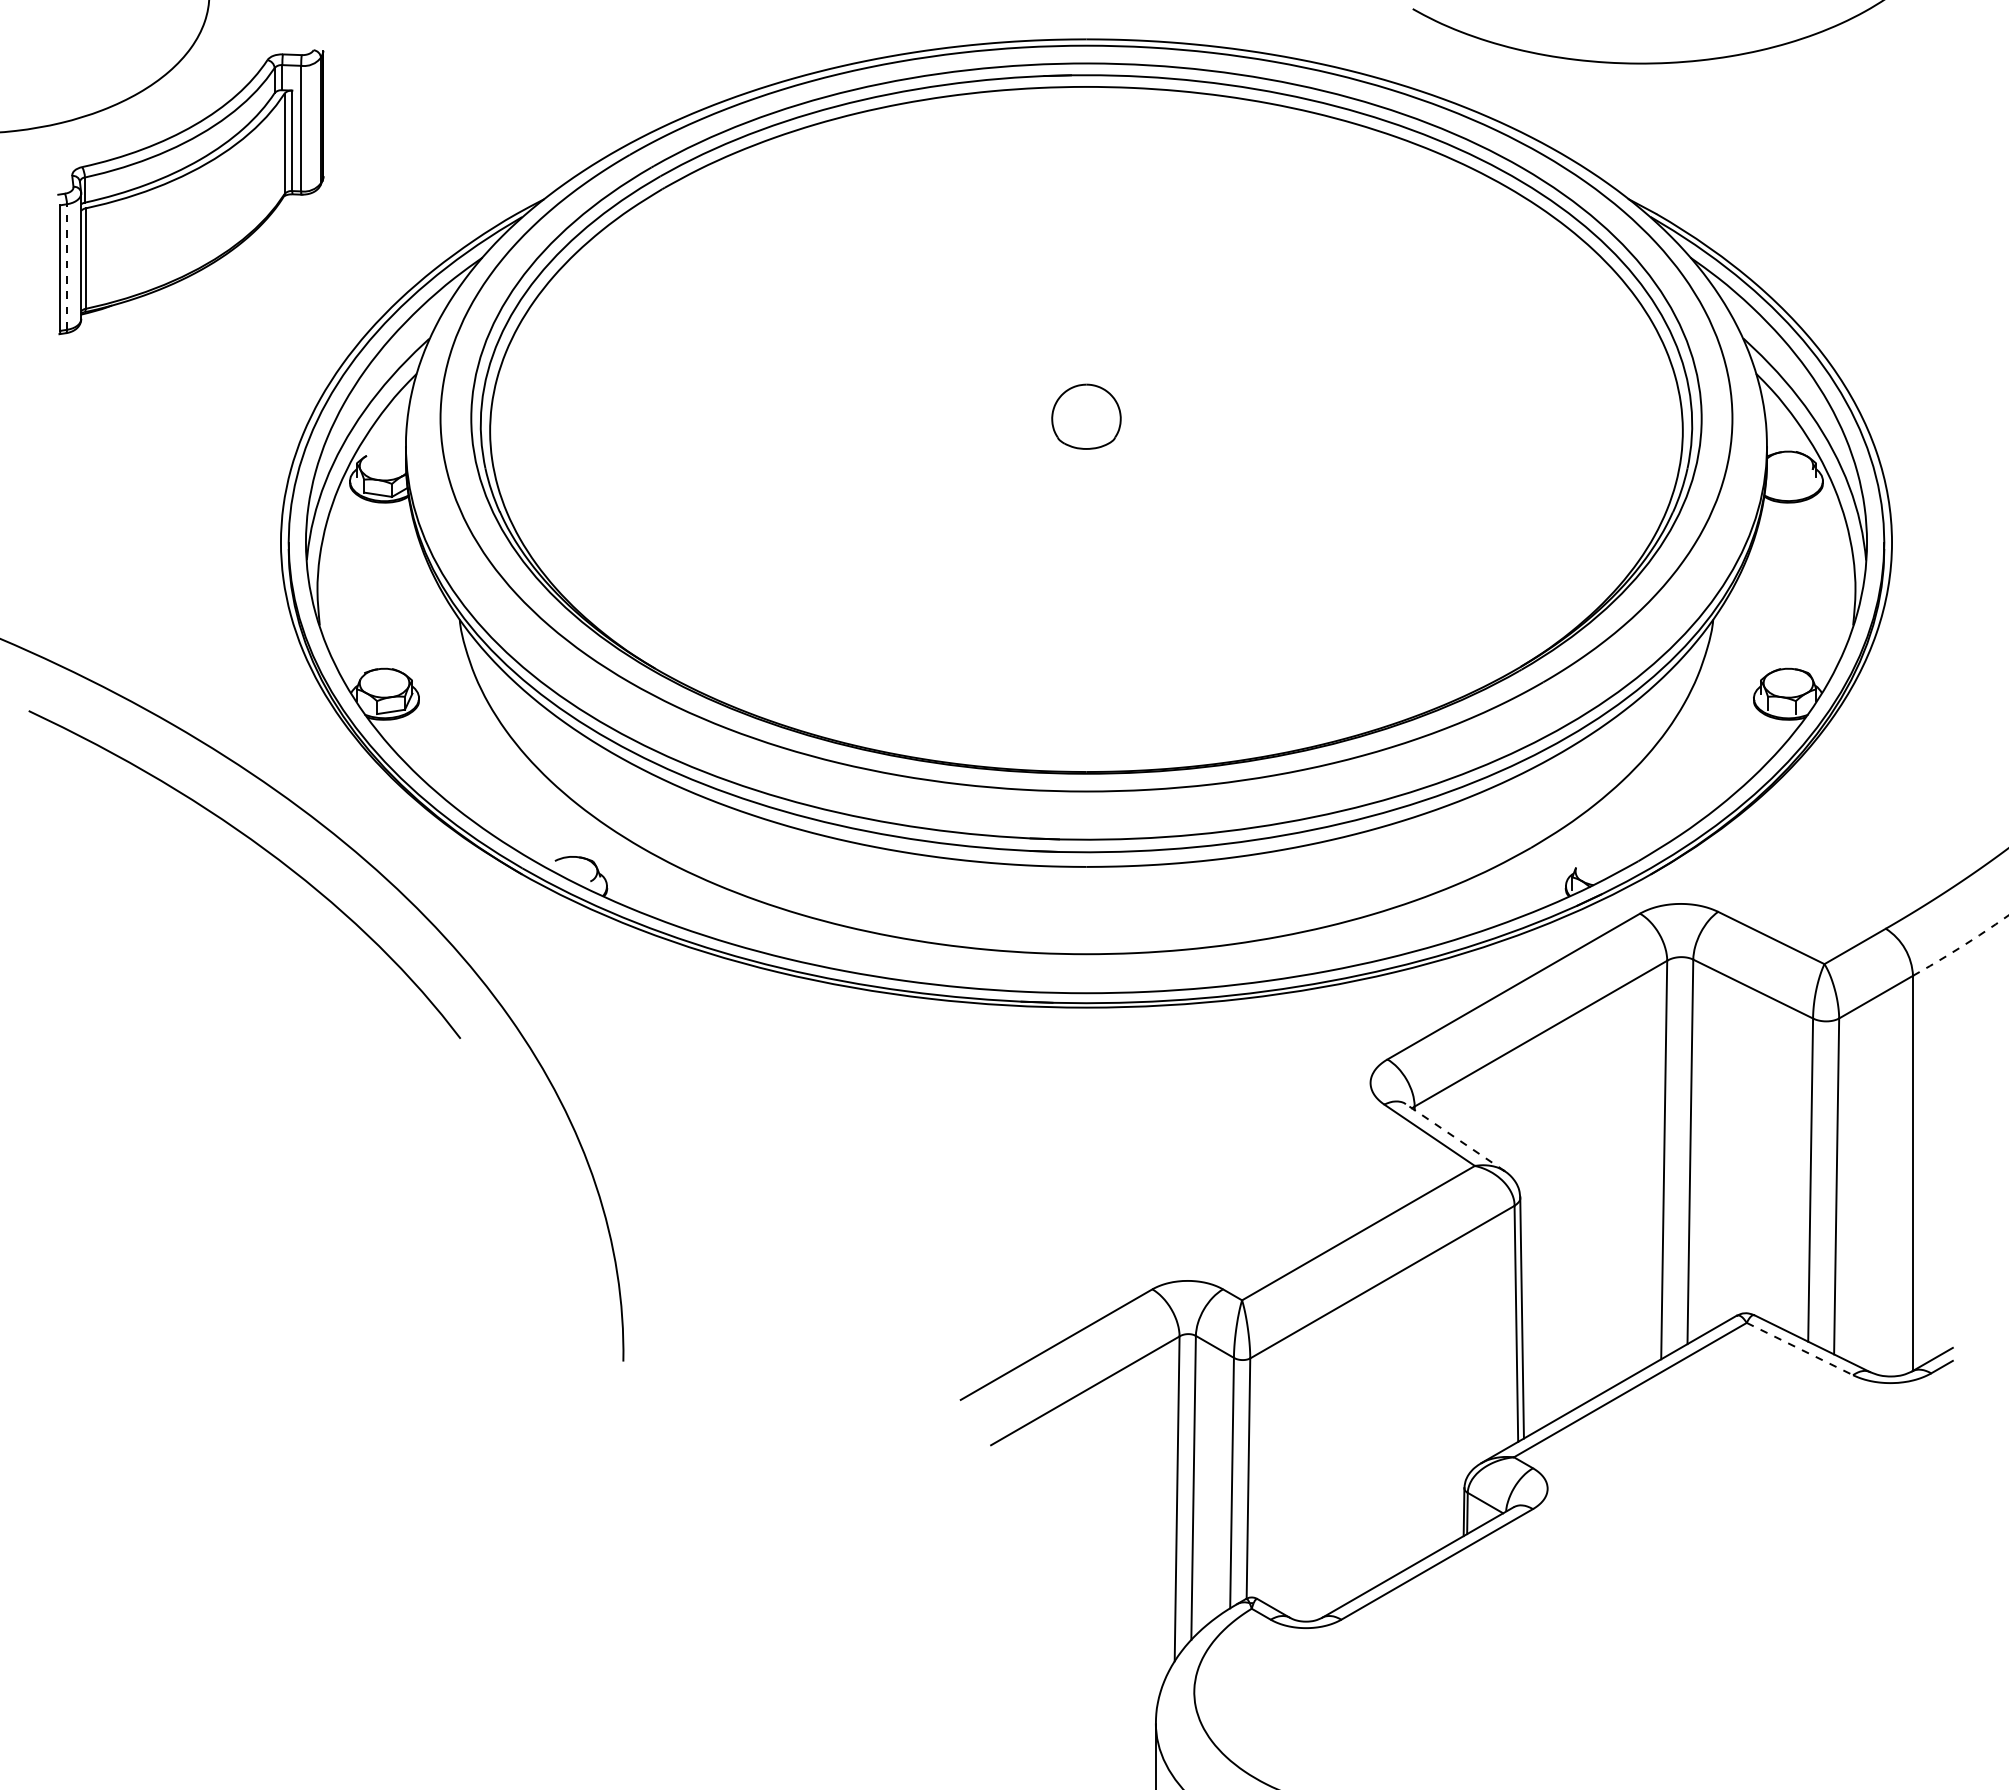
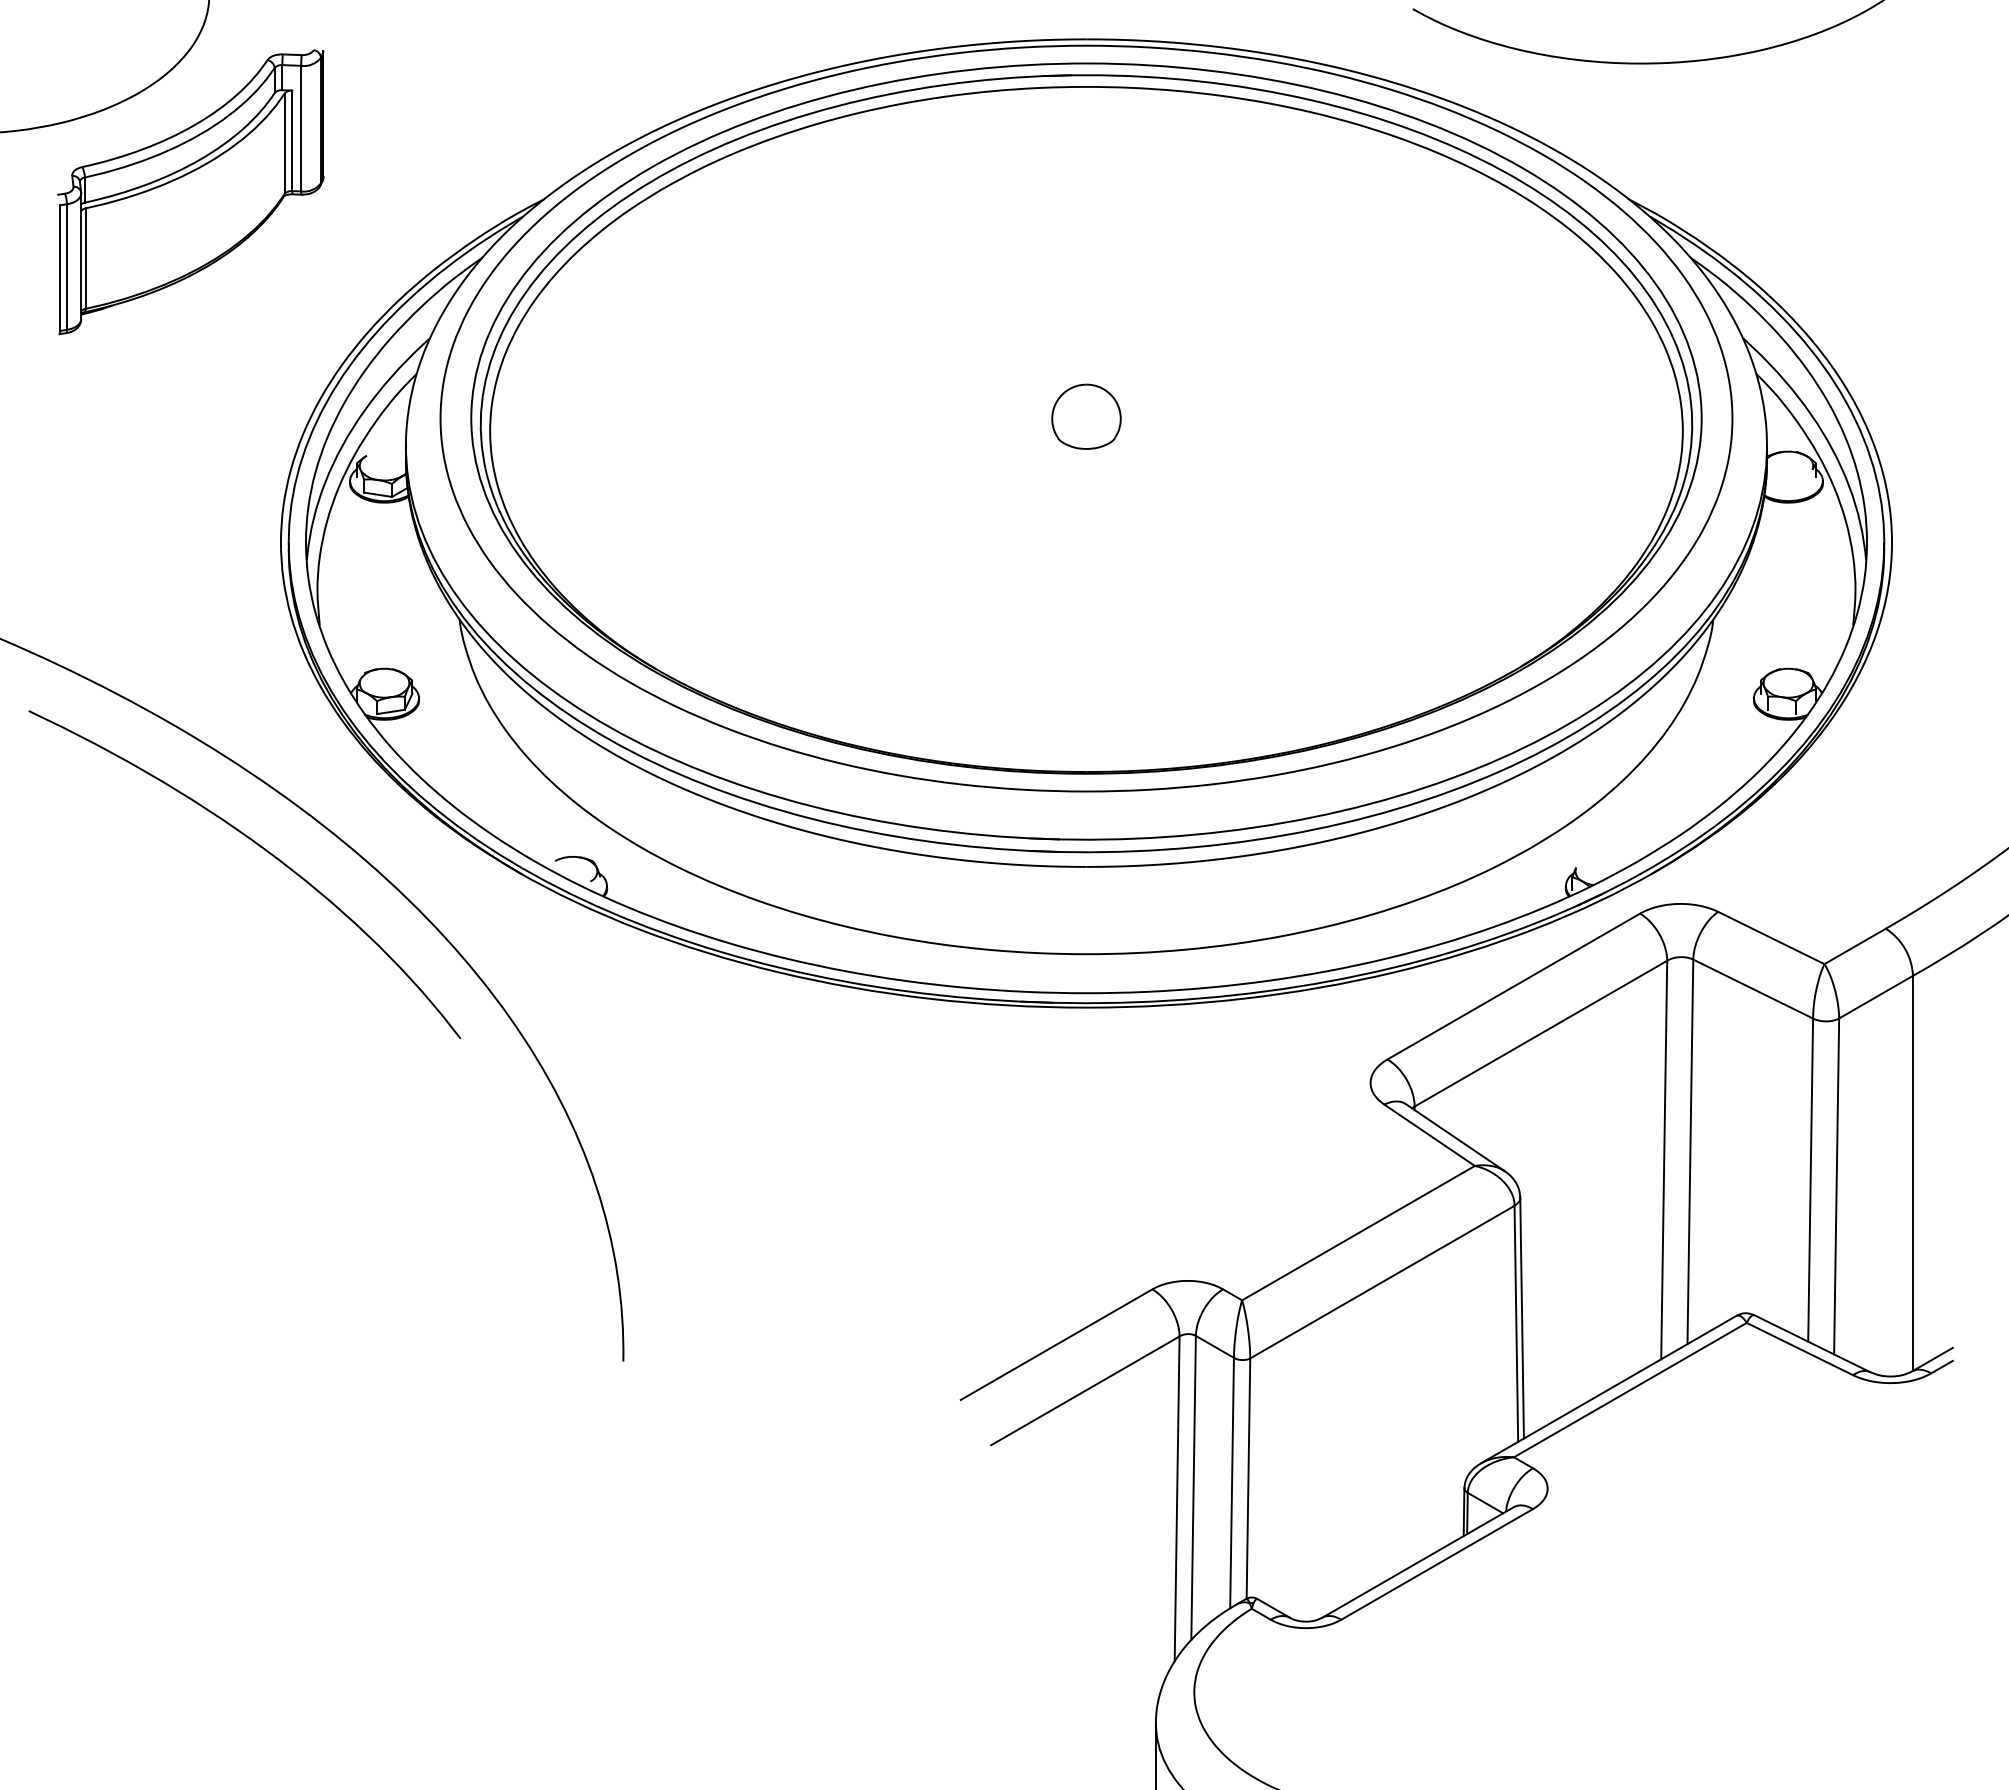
line at (66, 267): dashed -> solid
arc at (1962, 946): dashed -> solid
line at (1455, 1137): dashed -> solid
line at (1800, 1349): dashed -> solid
